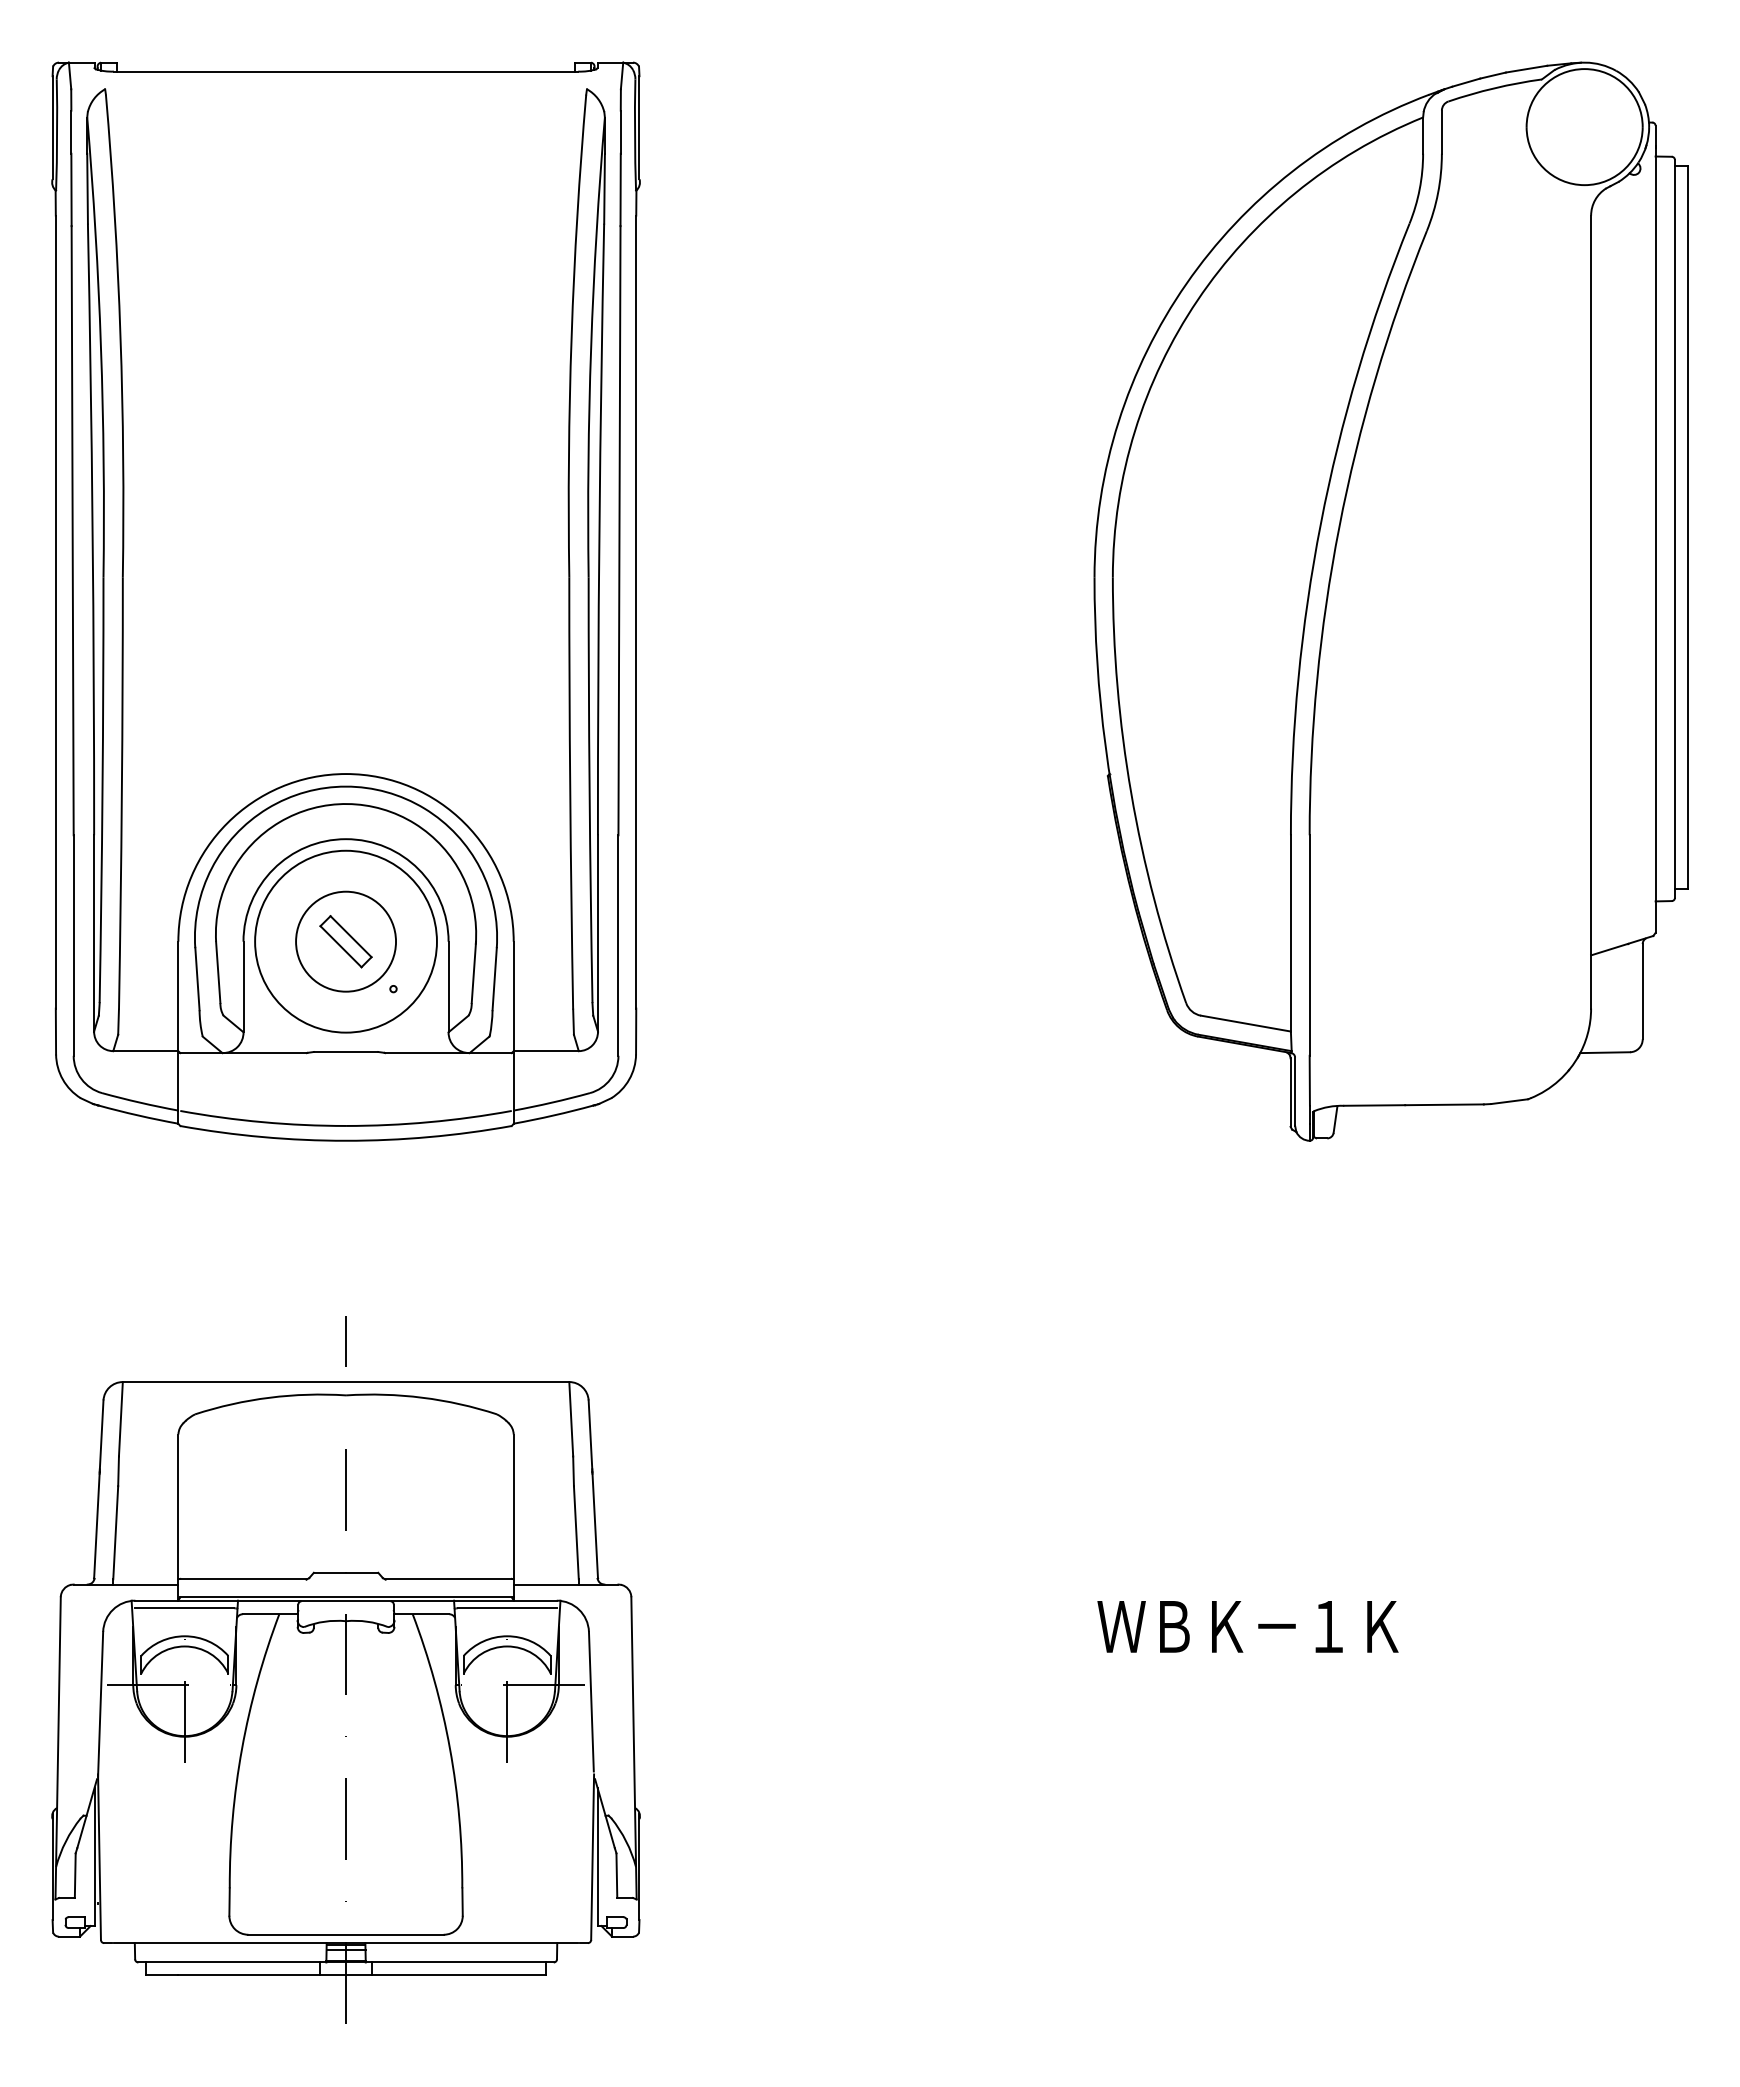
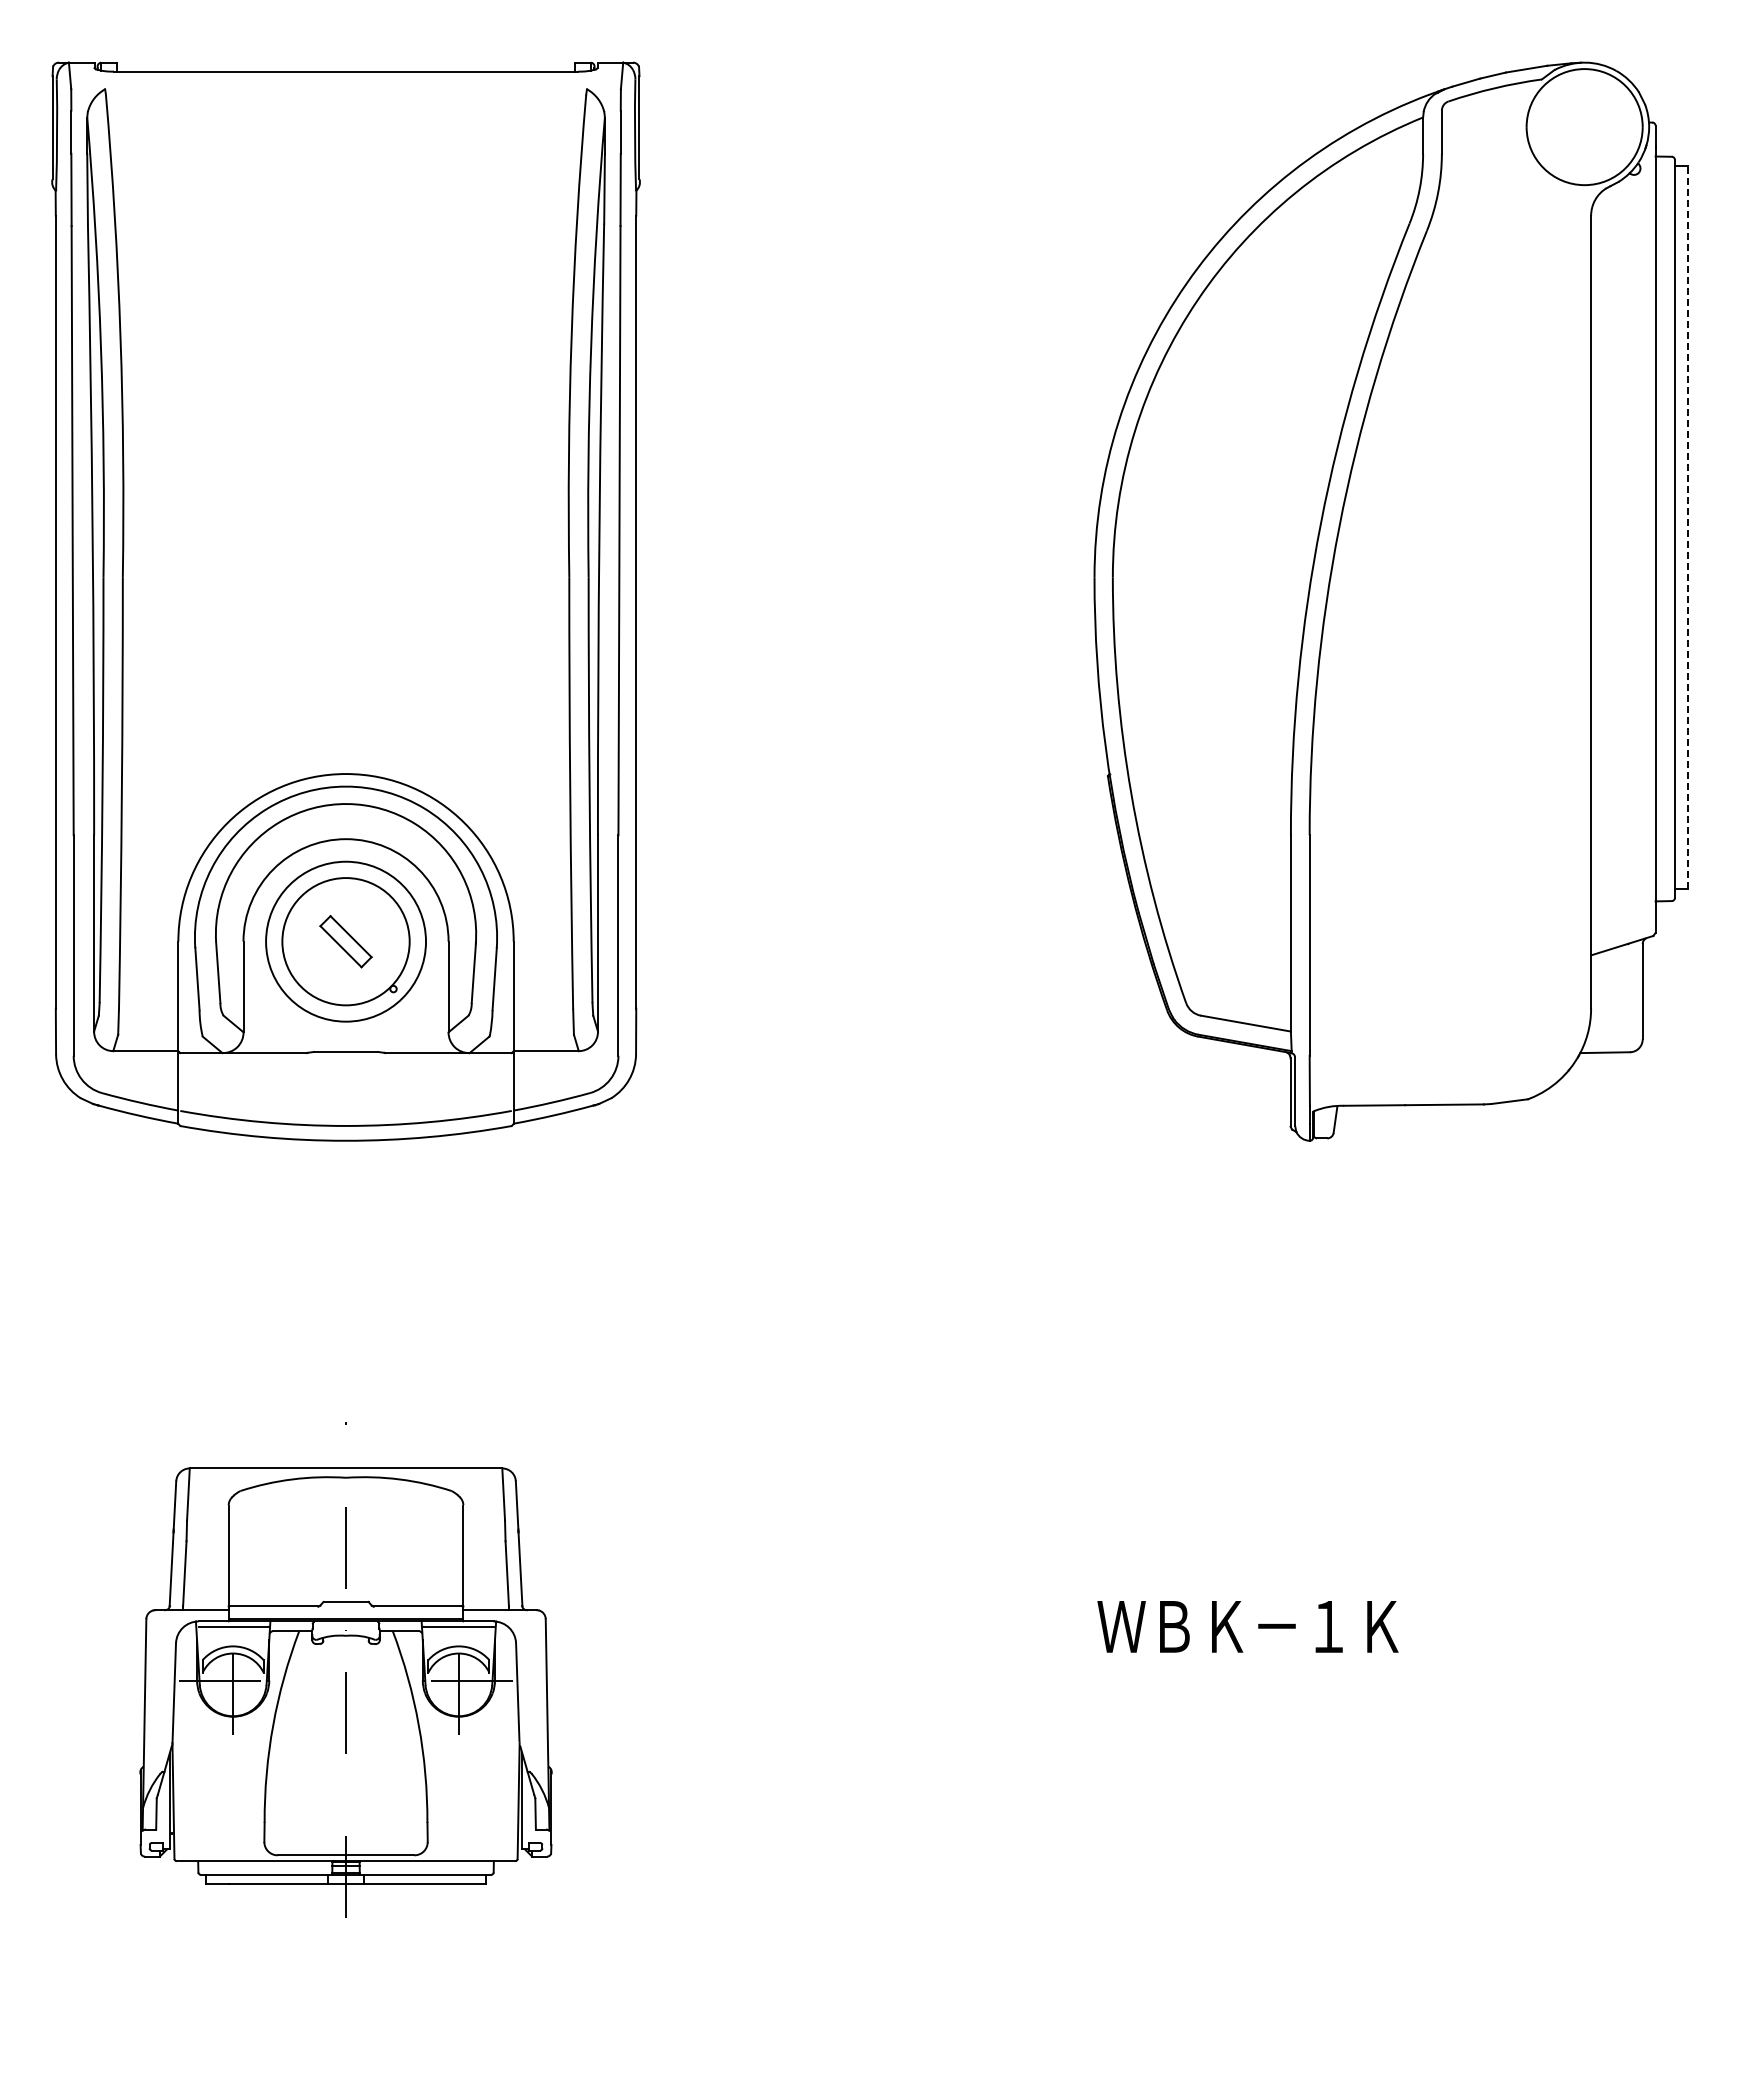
line at (1687, 526): solid -> dashed
circle at (345, 941) diameter: 182 px -> 127 px
circle at (346, 941) diameter: 100 px -> 160 px
part at (345, 1669) size: 590x708 px -> 414x496 px
